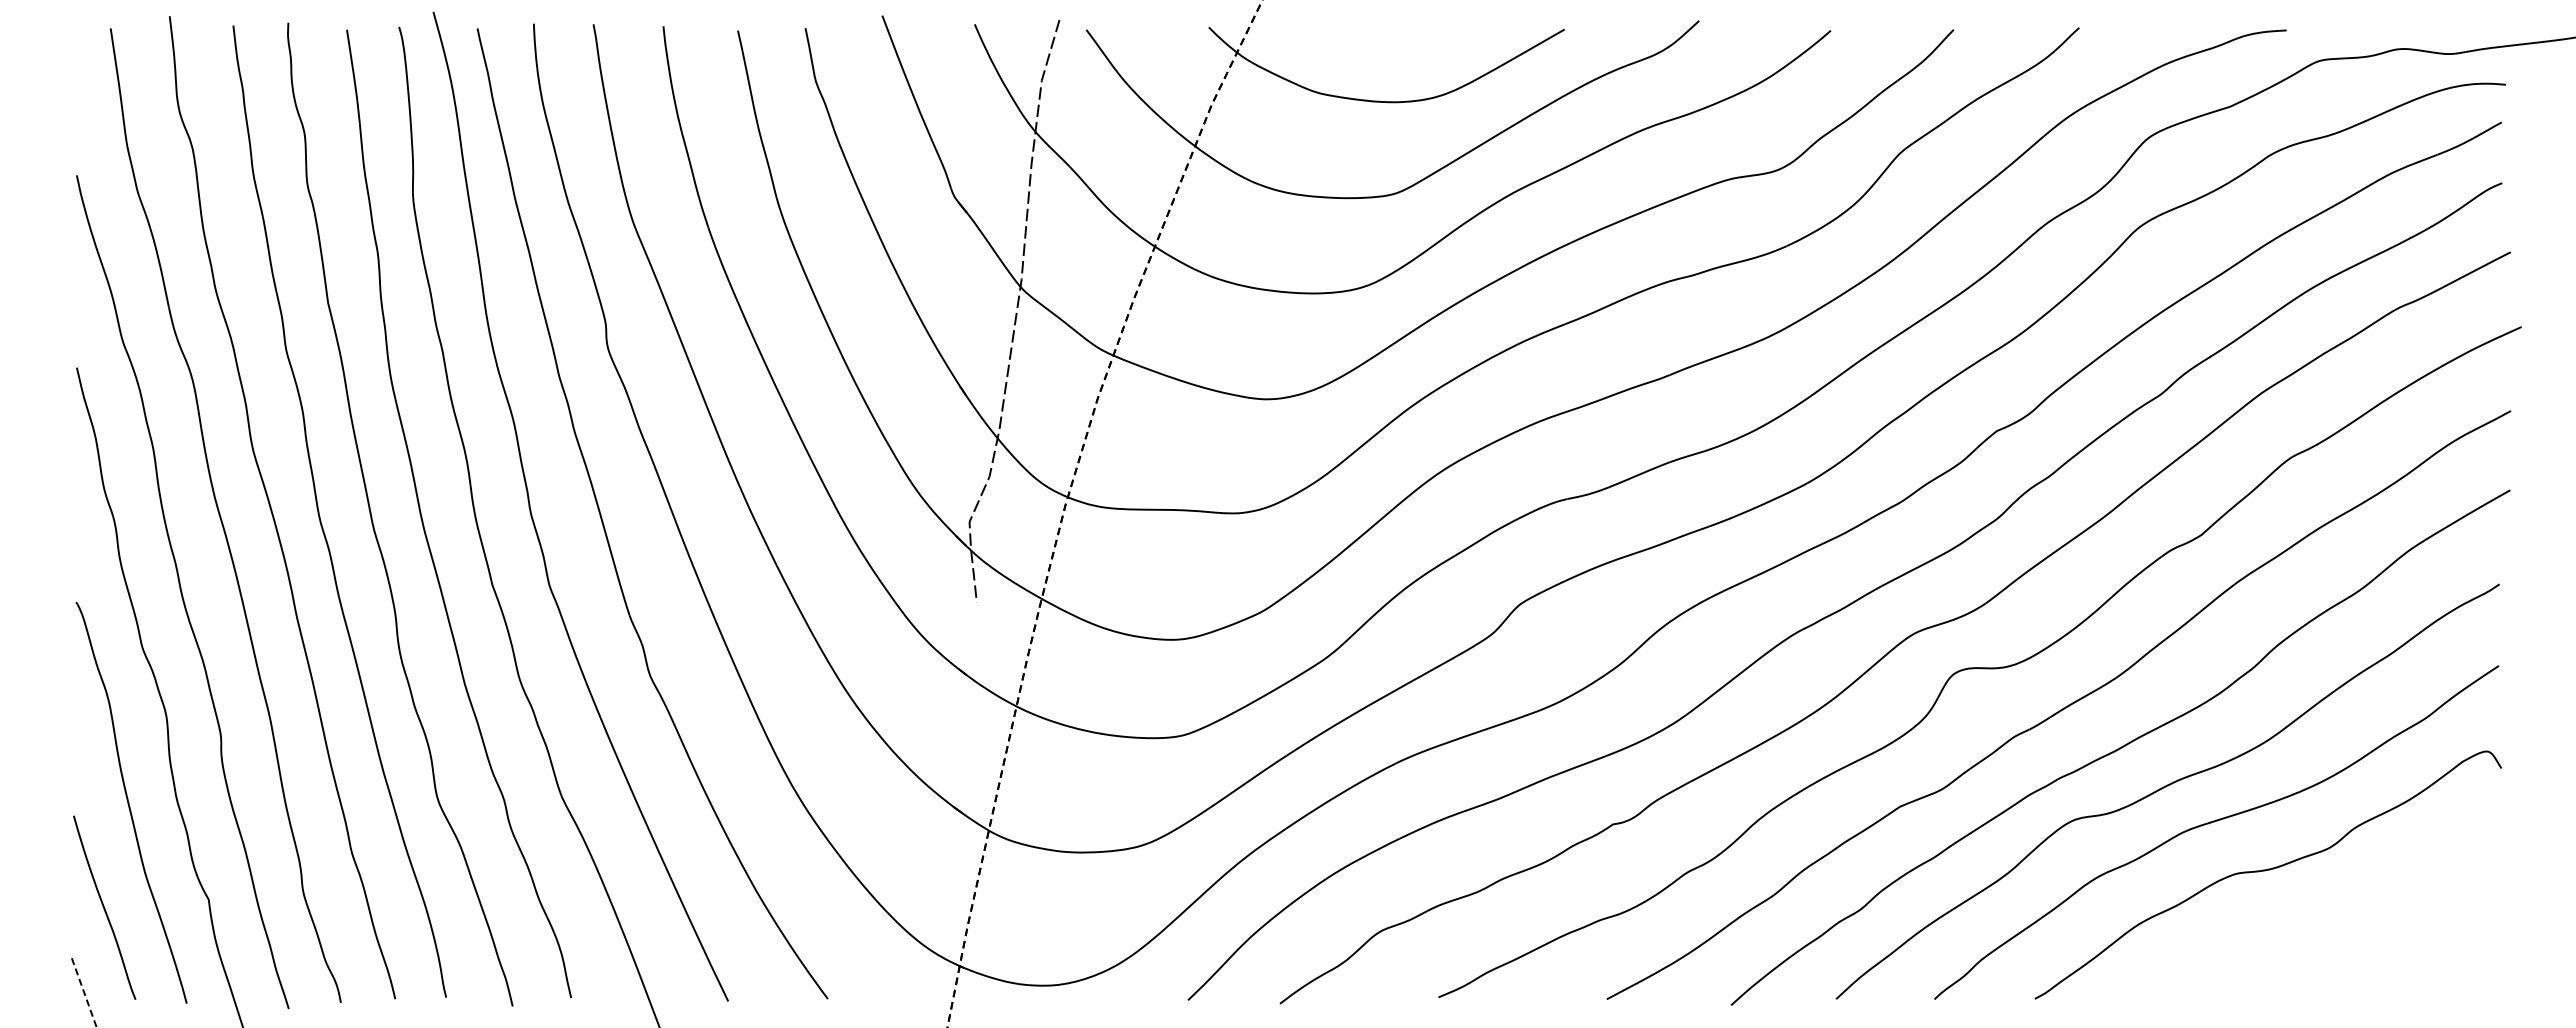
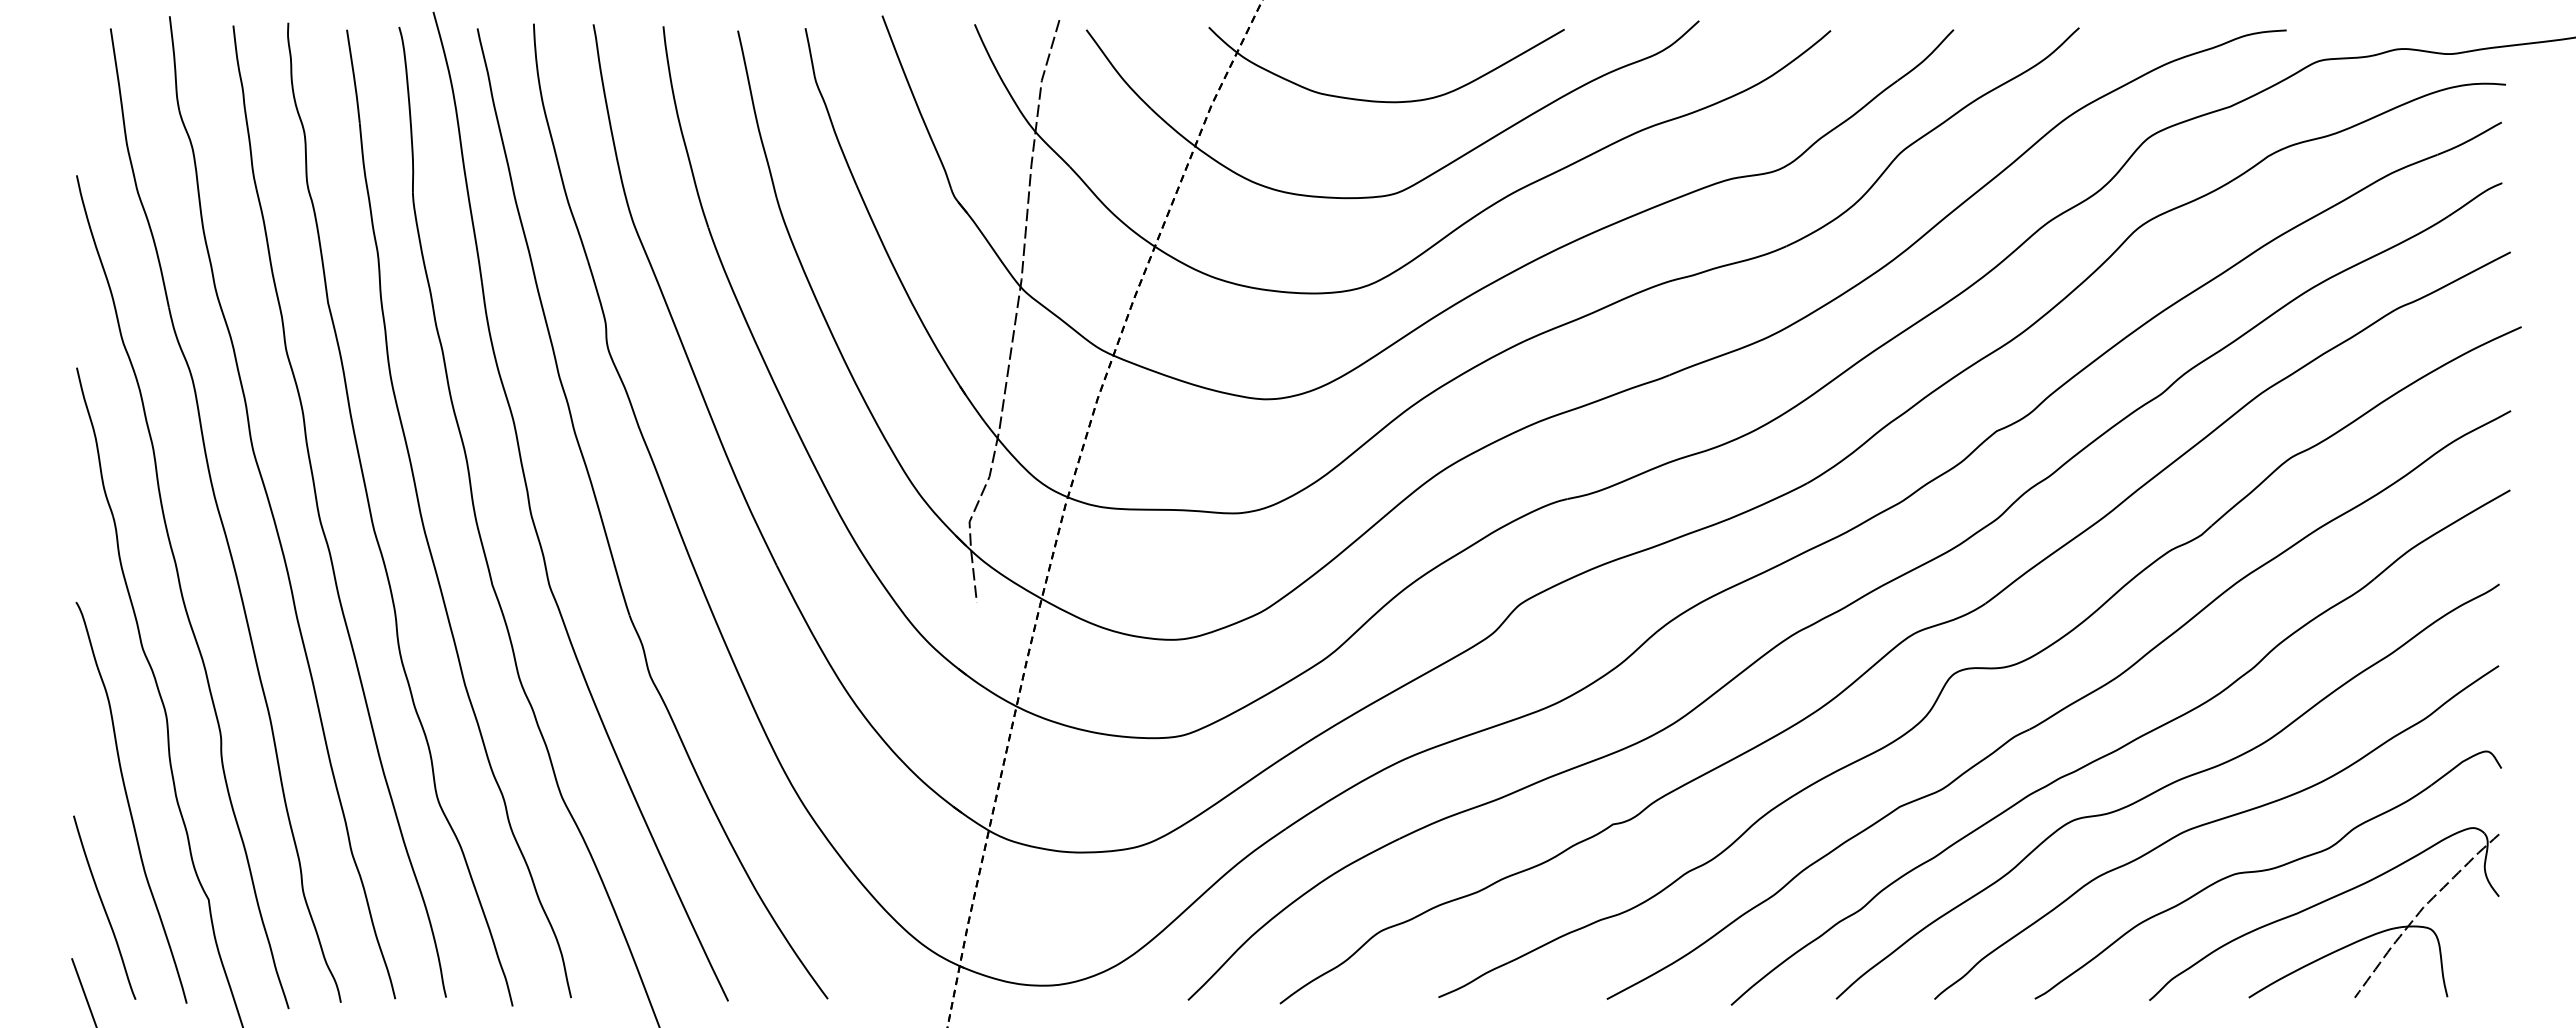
part at (2320, 904): none -> present
line at (84, 992): dashed -> solid
